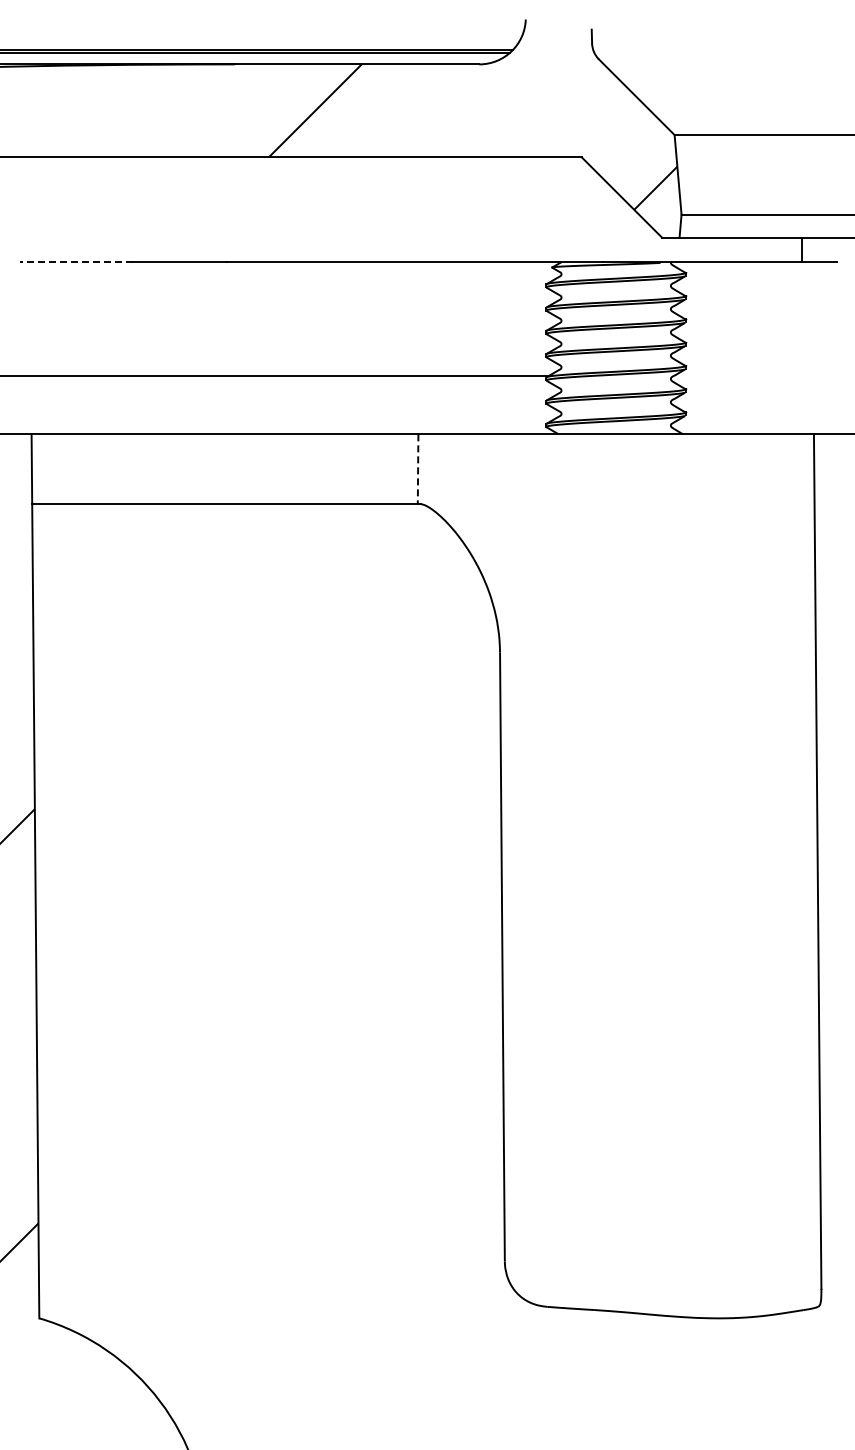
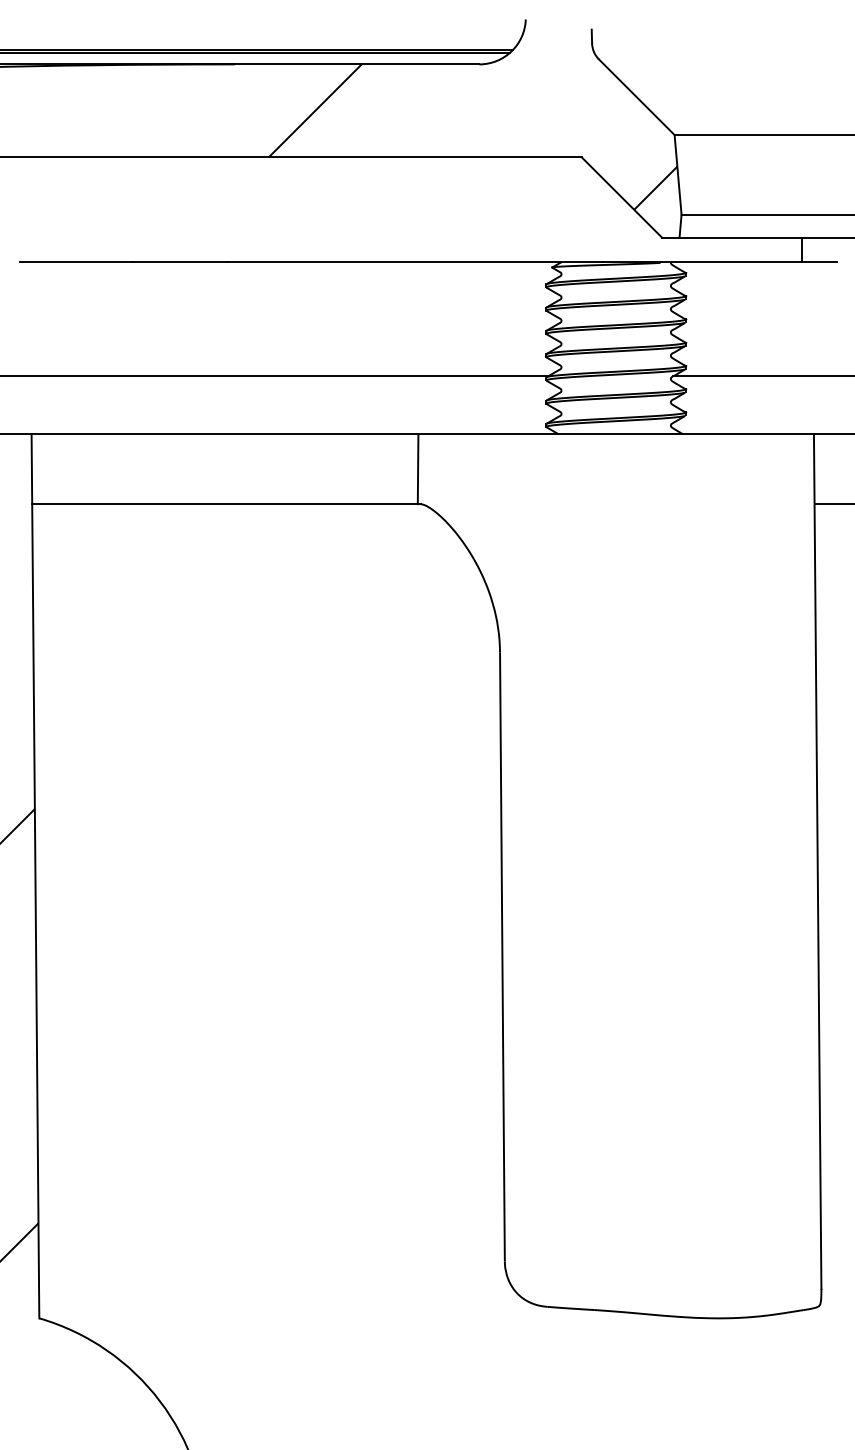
line at (76, 262): dashed -> solid
line at (762, 376): none -> present
line at (418, 469): dashed -> solid
line at (832, 504): none -> present
